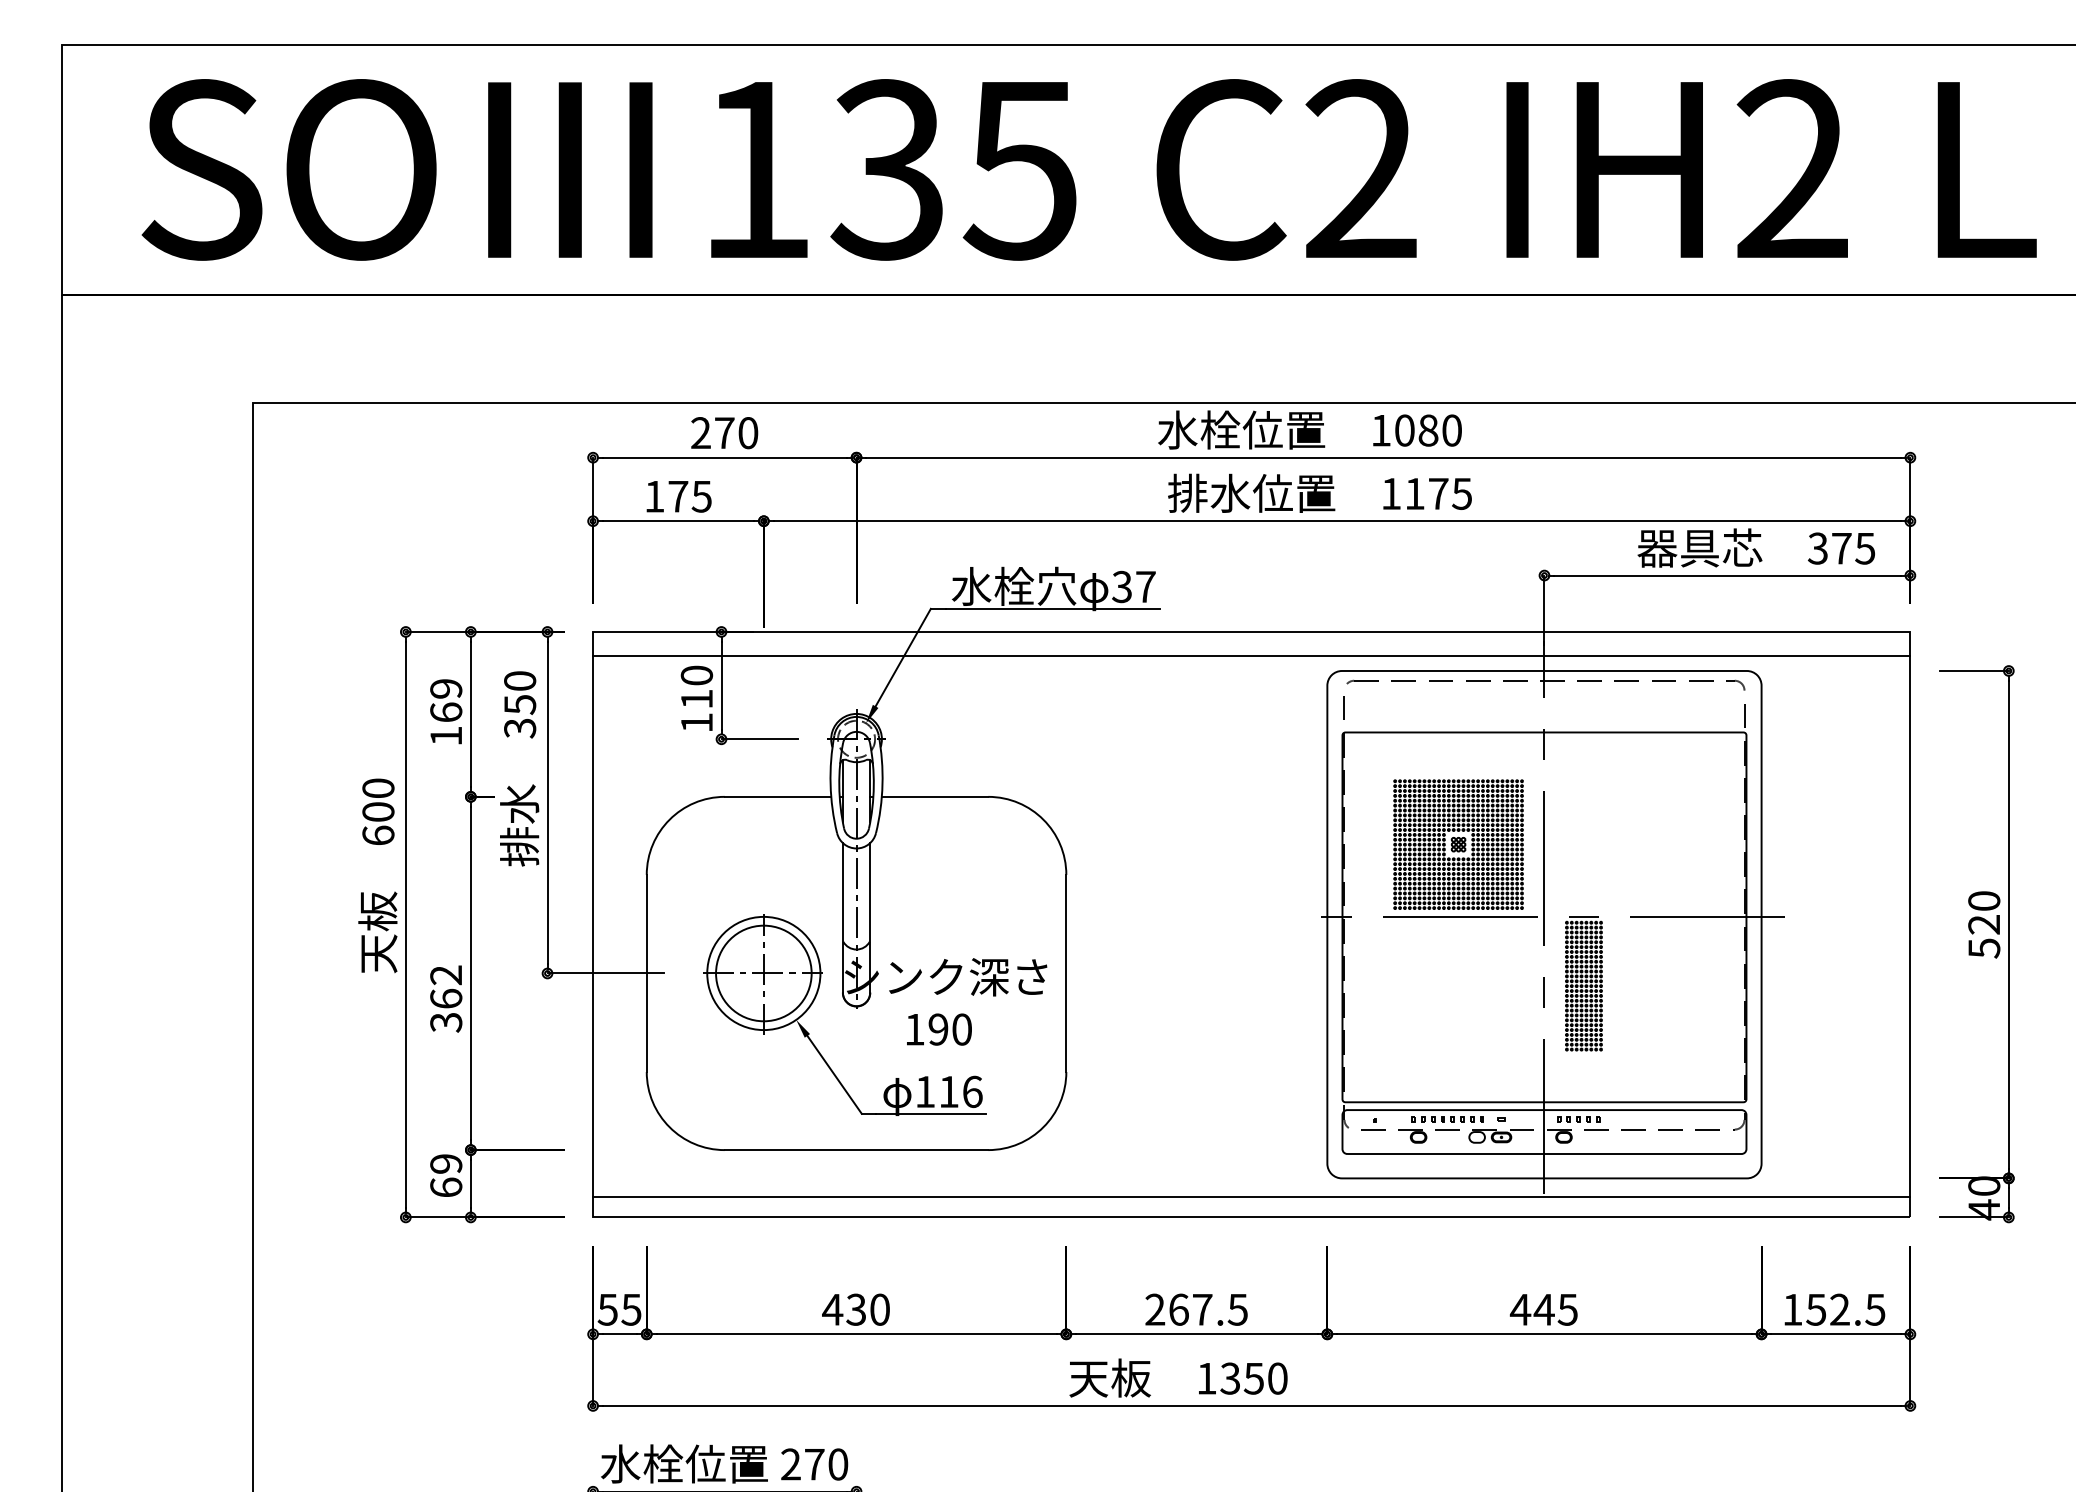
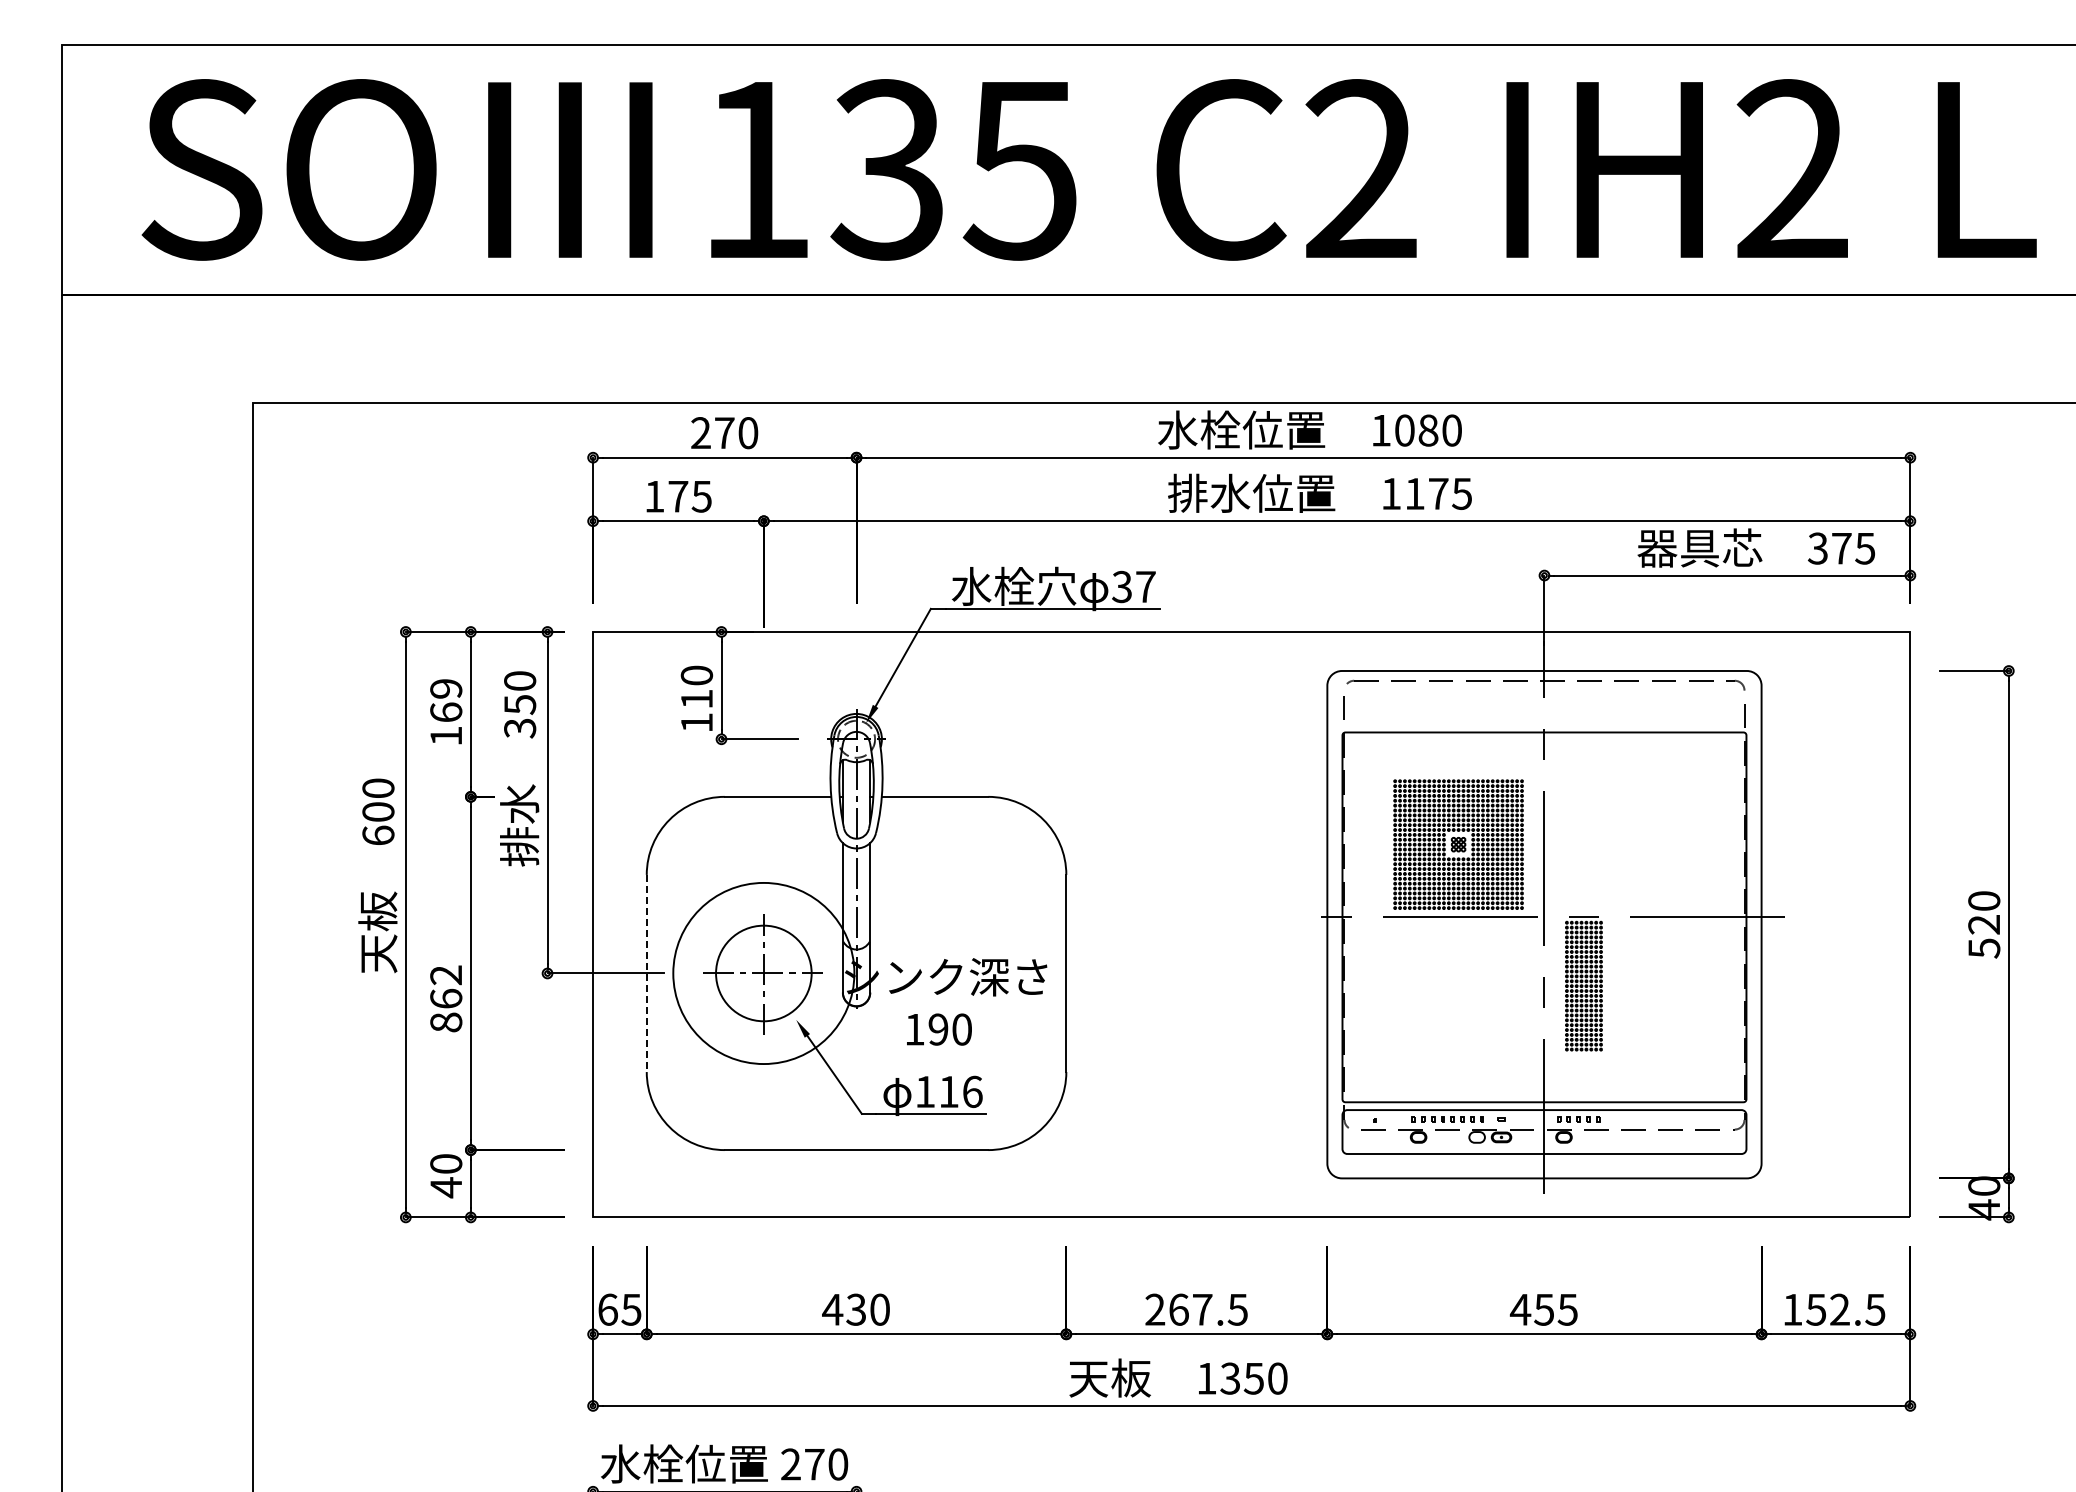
line at (1251, 656): present -> none
line at (646, 973): solid -> dashed
circle at (763, 973) diameter: 113 px -> 181 px
text at (446, 1022): 362 -> 862
text at (446, 1176): 69 -> 40
line at (1251, 1196): present -> none
text at (607, 1309): 55 -> 65
text at (1543, 1309): 445 -> 455
